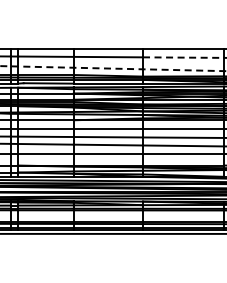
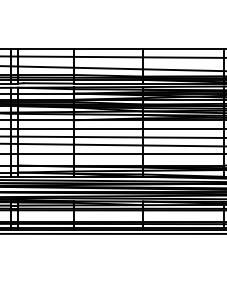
line at (183, 57): dashed -> solid
line at (113, 68): dashed -> solid
